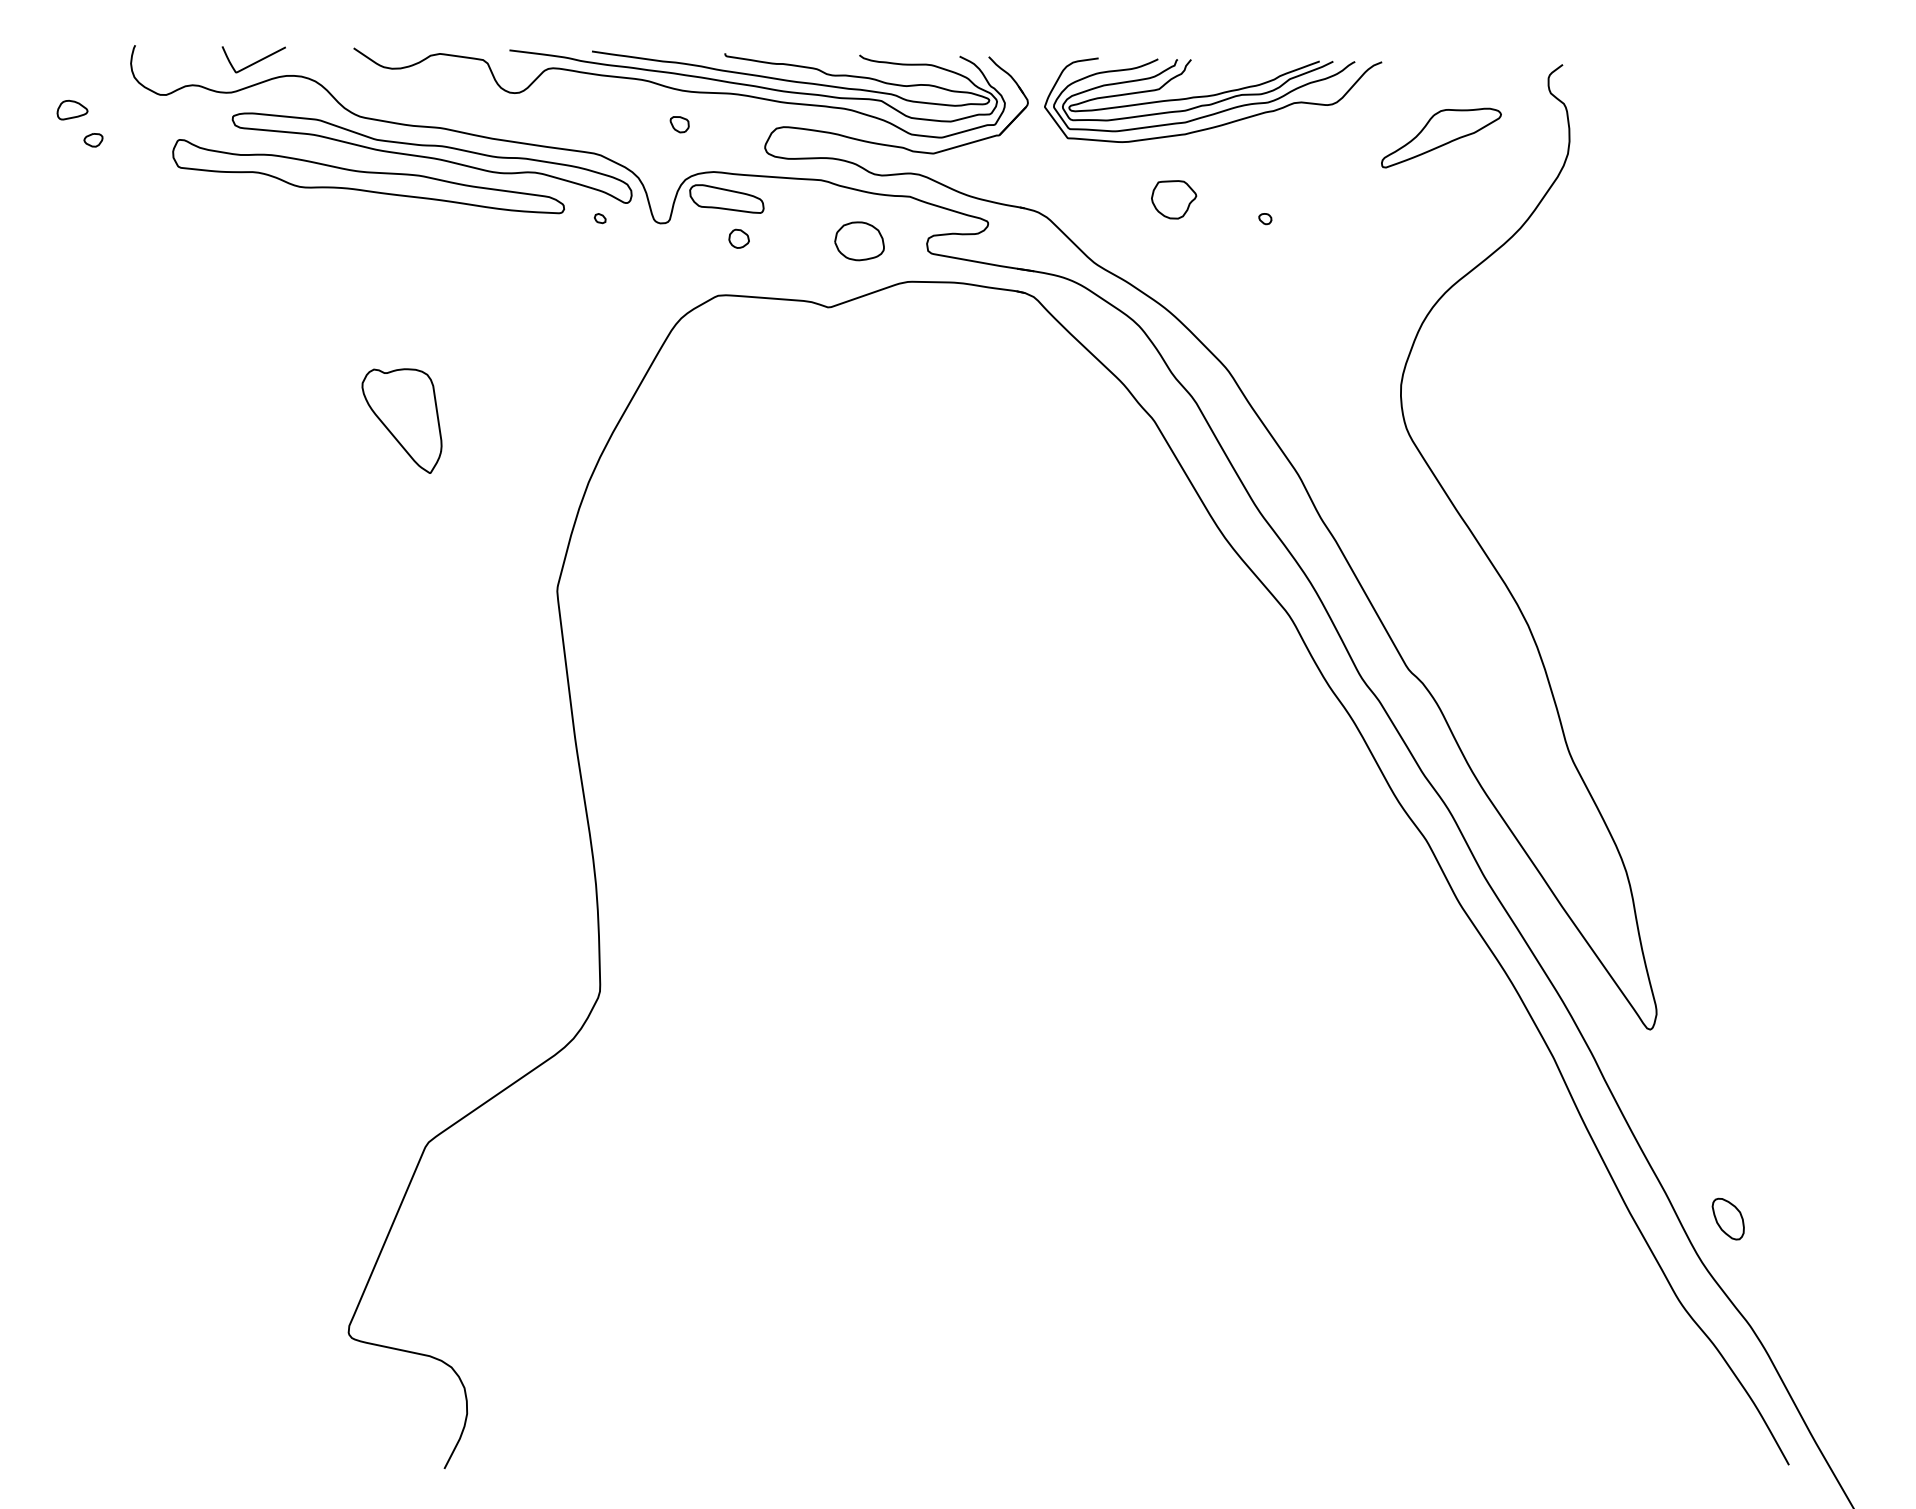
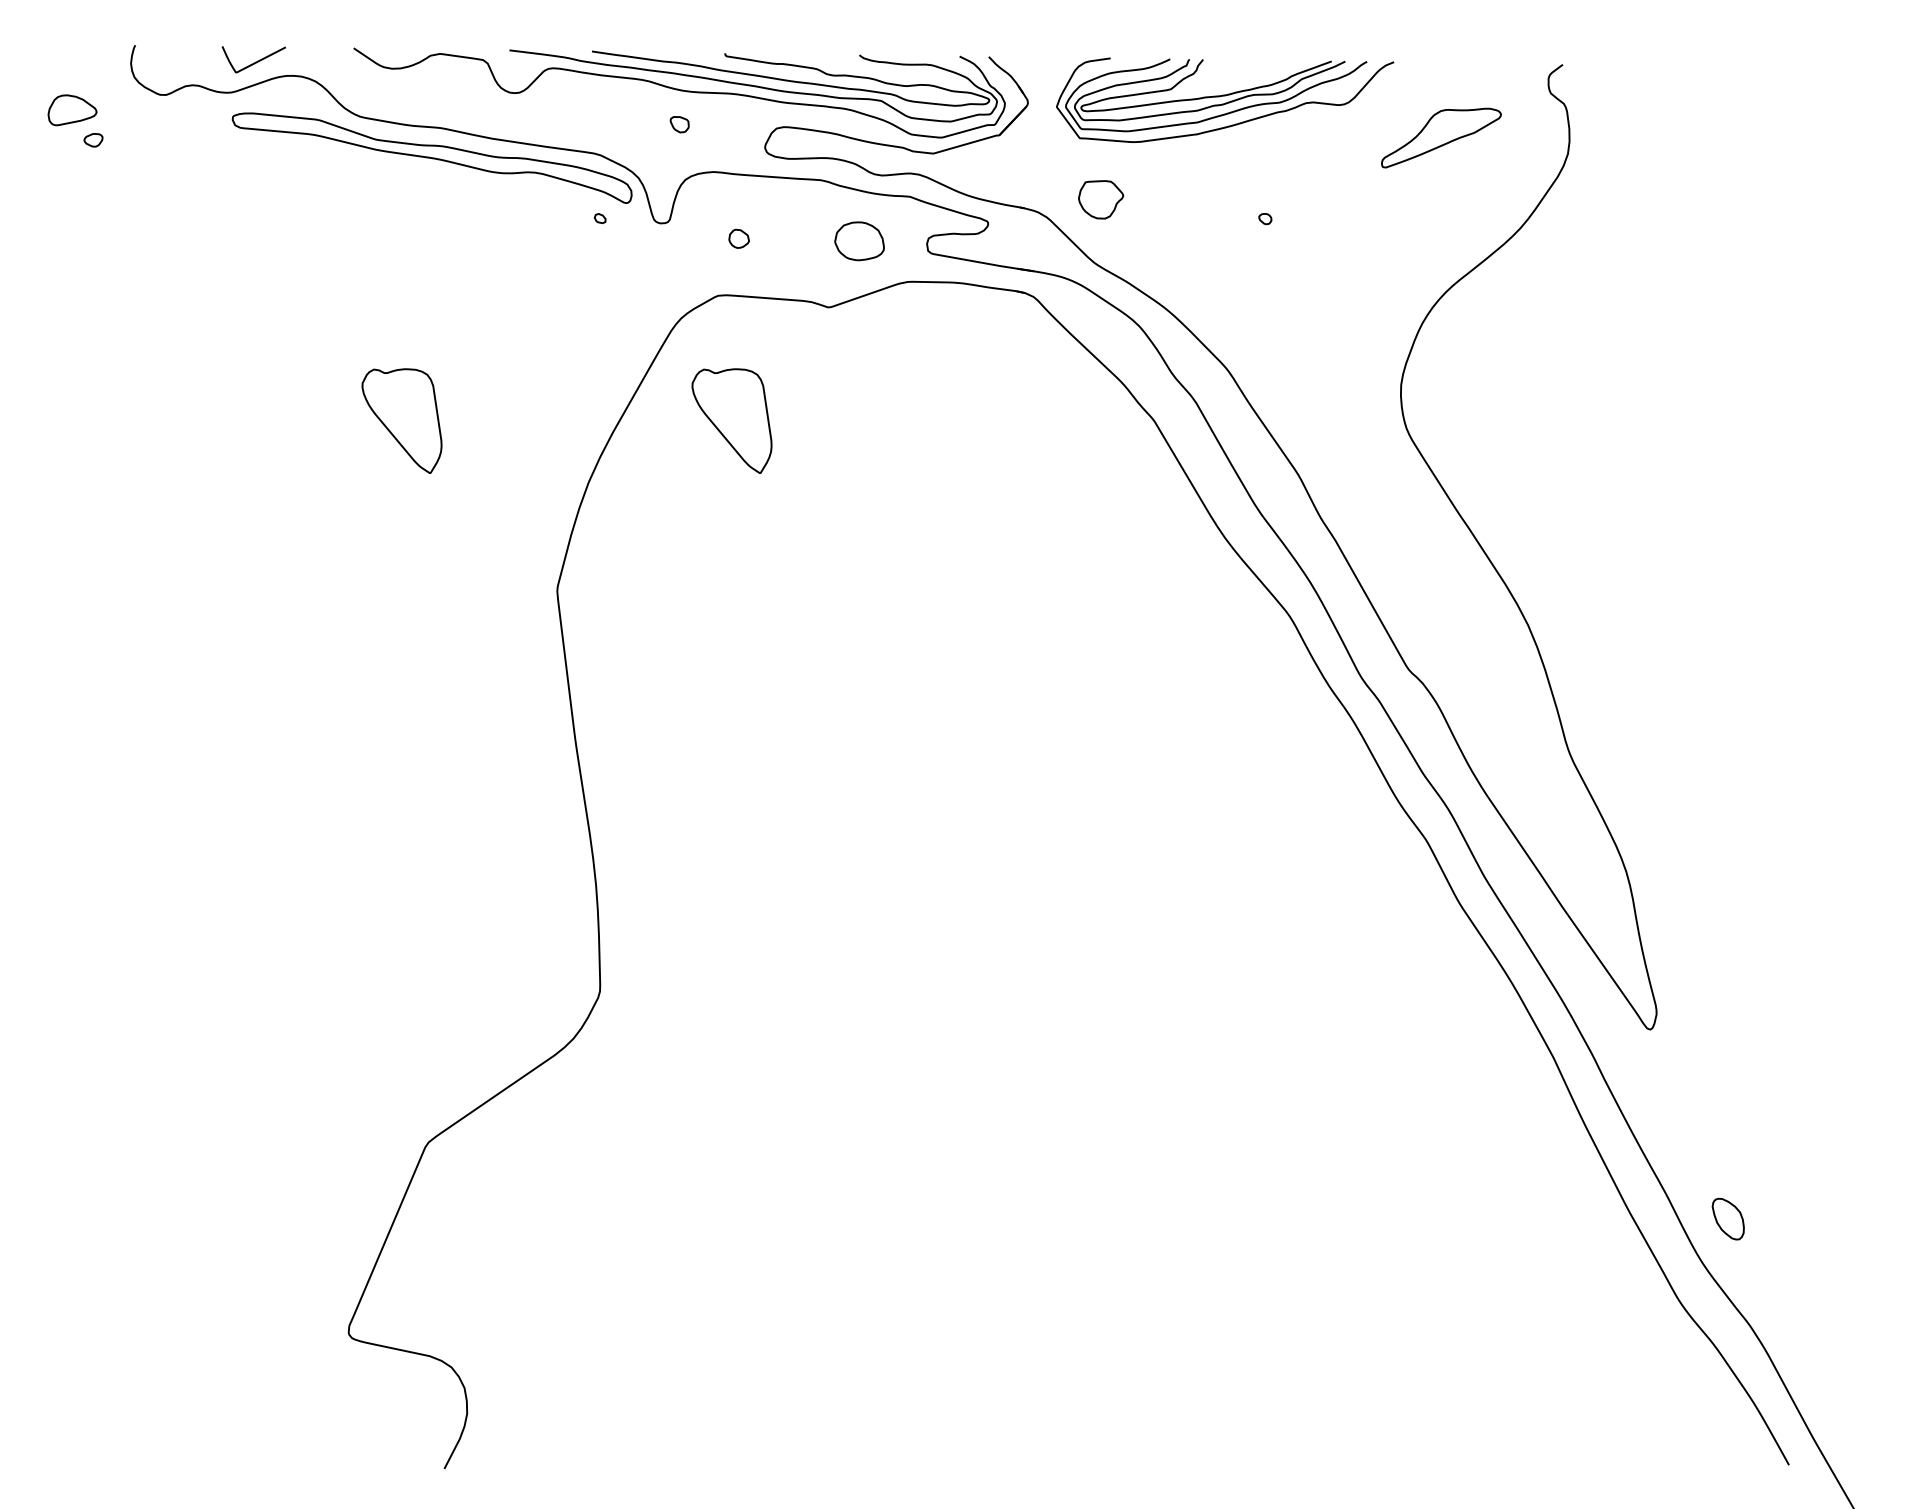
part at (1213, 99) position: (1213, 99) -> (1225, 99)
part at (72, 109) size: 33x22 px -> 51x33 px
part at (368, 176): present -> none
part at (726, 198): present -> none
part at (1174, 199) position: (1174, 199) -> (1101, 199)
part at (731, 420): none -> present
